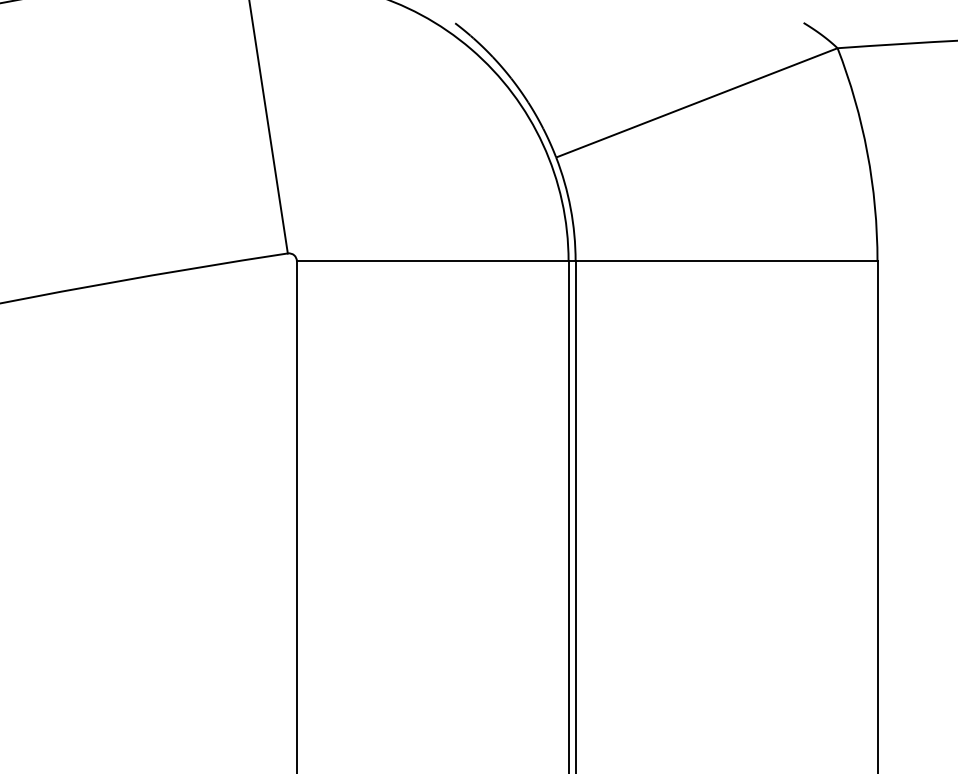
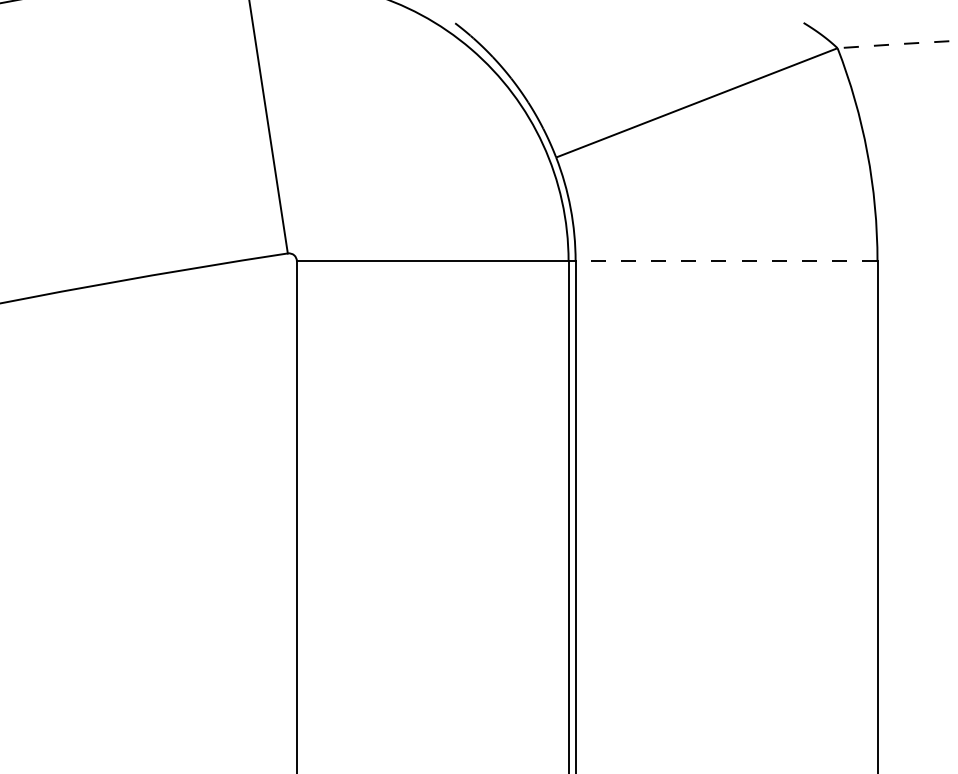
arc at (898, 44): solid -> dashed
line at (726, 261): solid -> dashed
